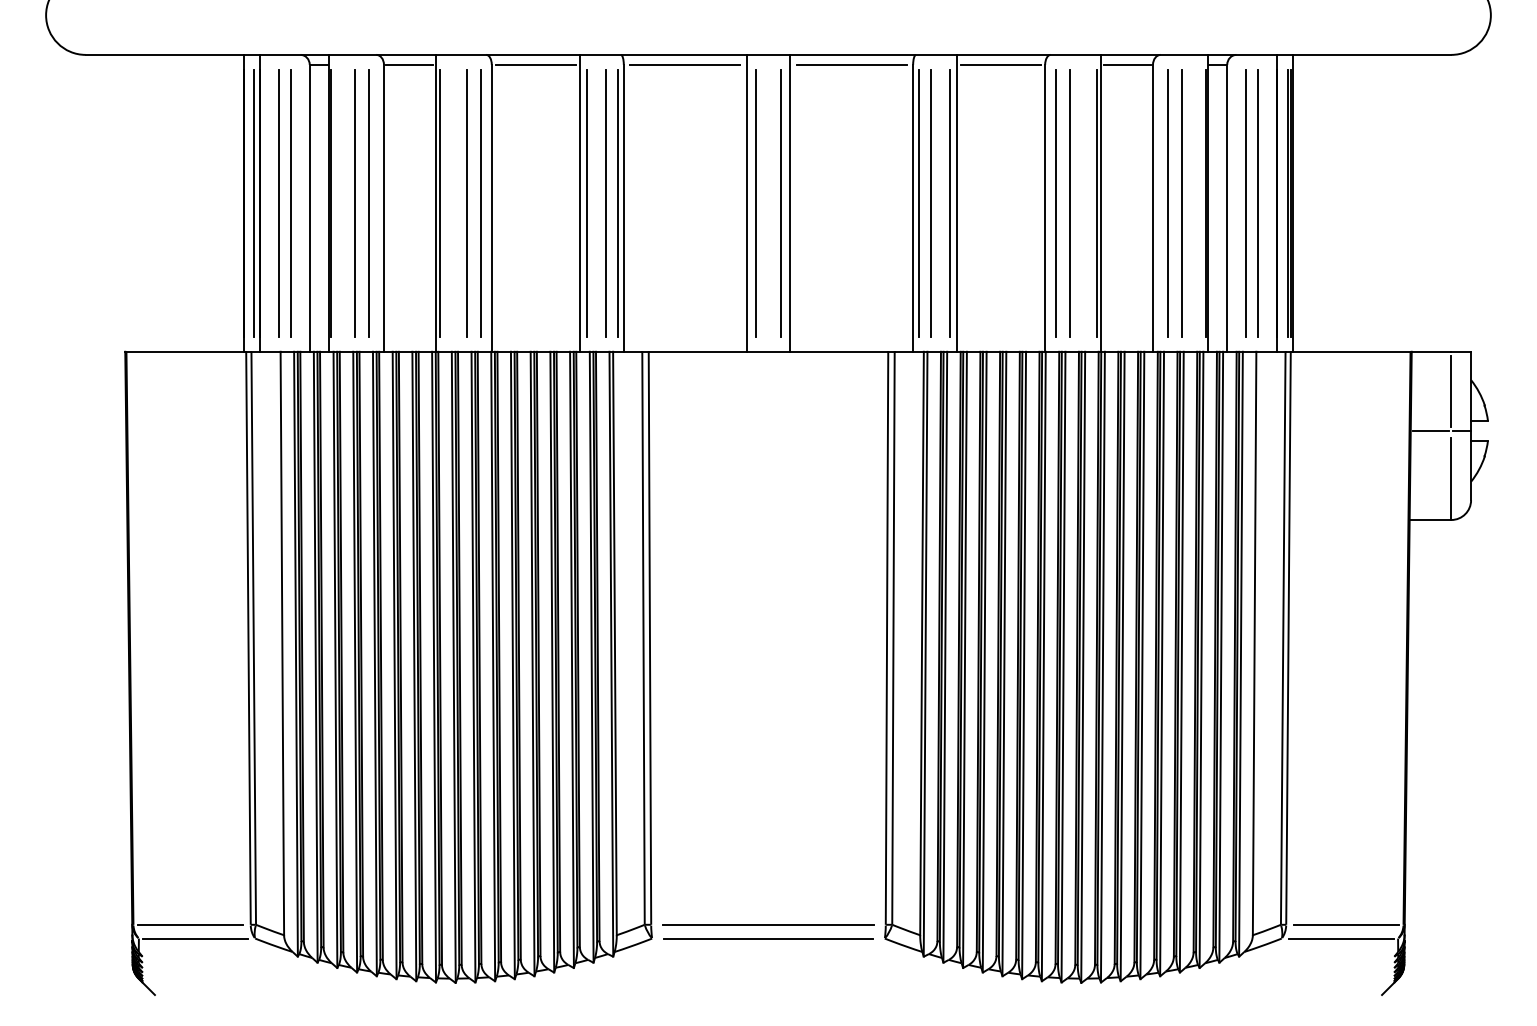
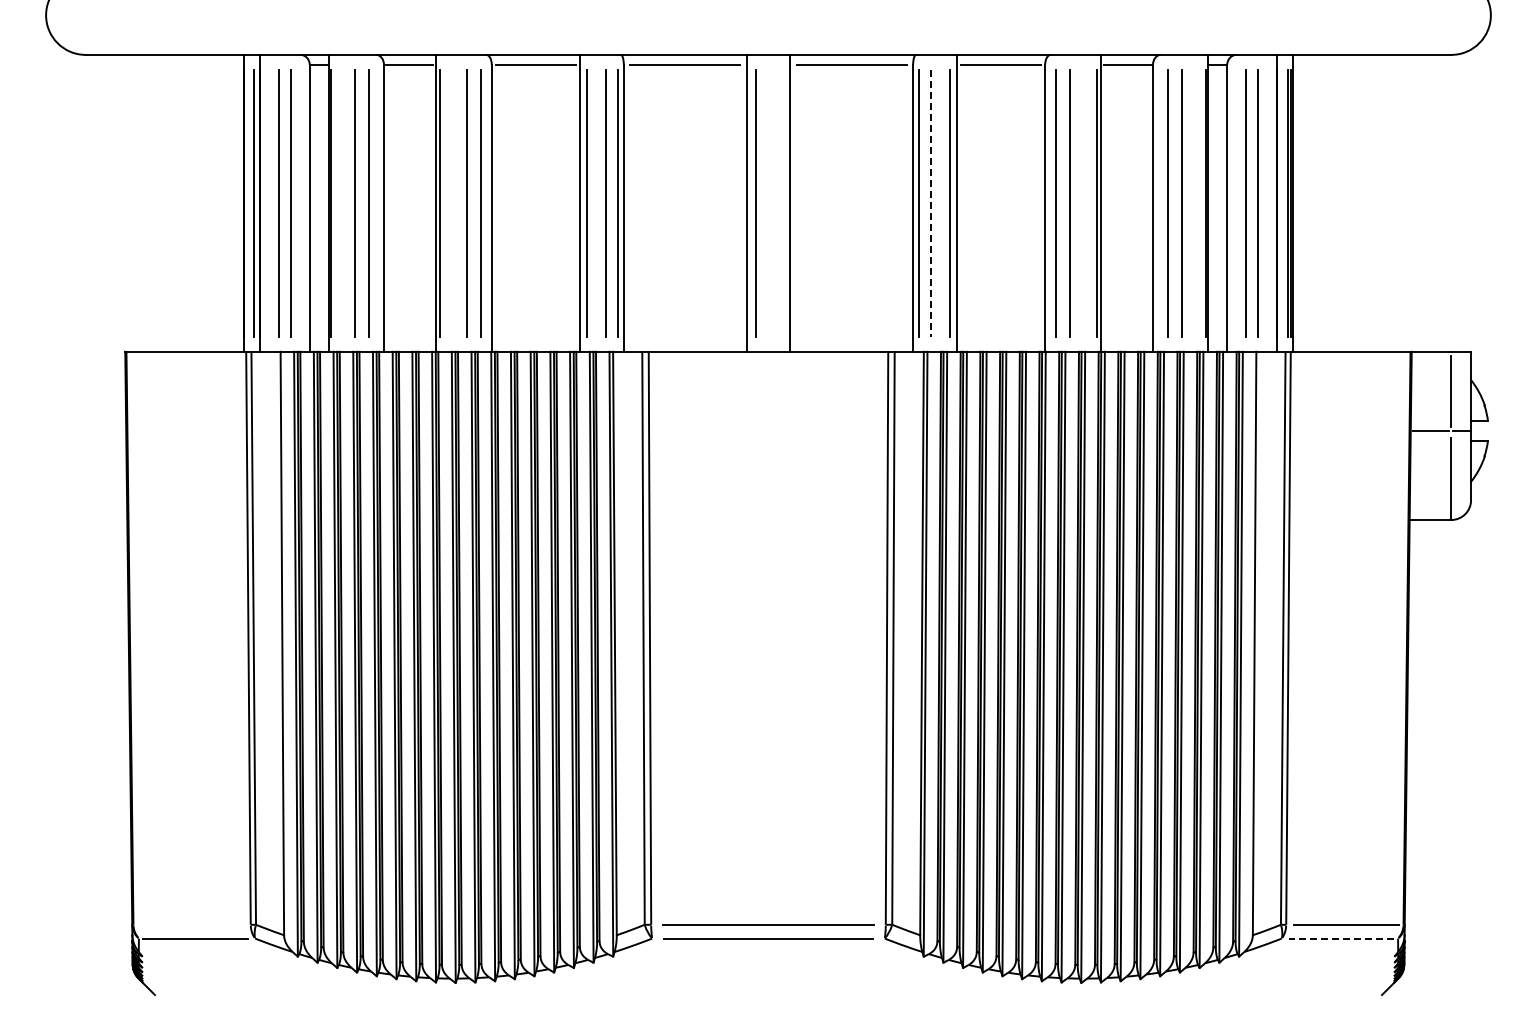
line at (780, 202): present -> none
line at (931, 203): solid -> dashed
line at (190, 924): present -> none
line at (1341, 938): solid -> dashed
